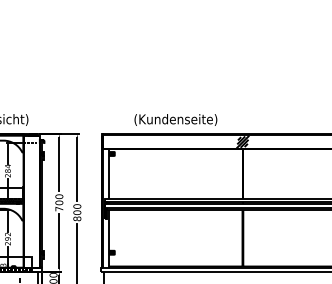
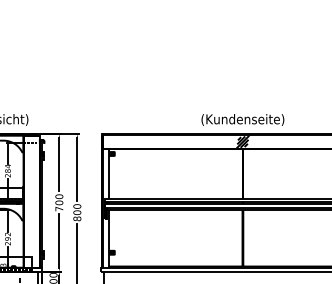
text at (175, 119) position: (175, 119) -> (242, 119)
